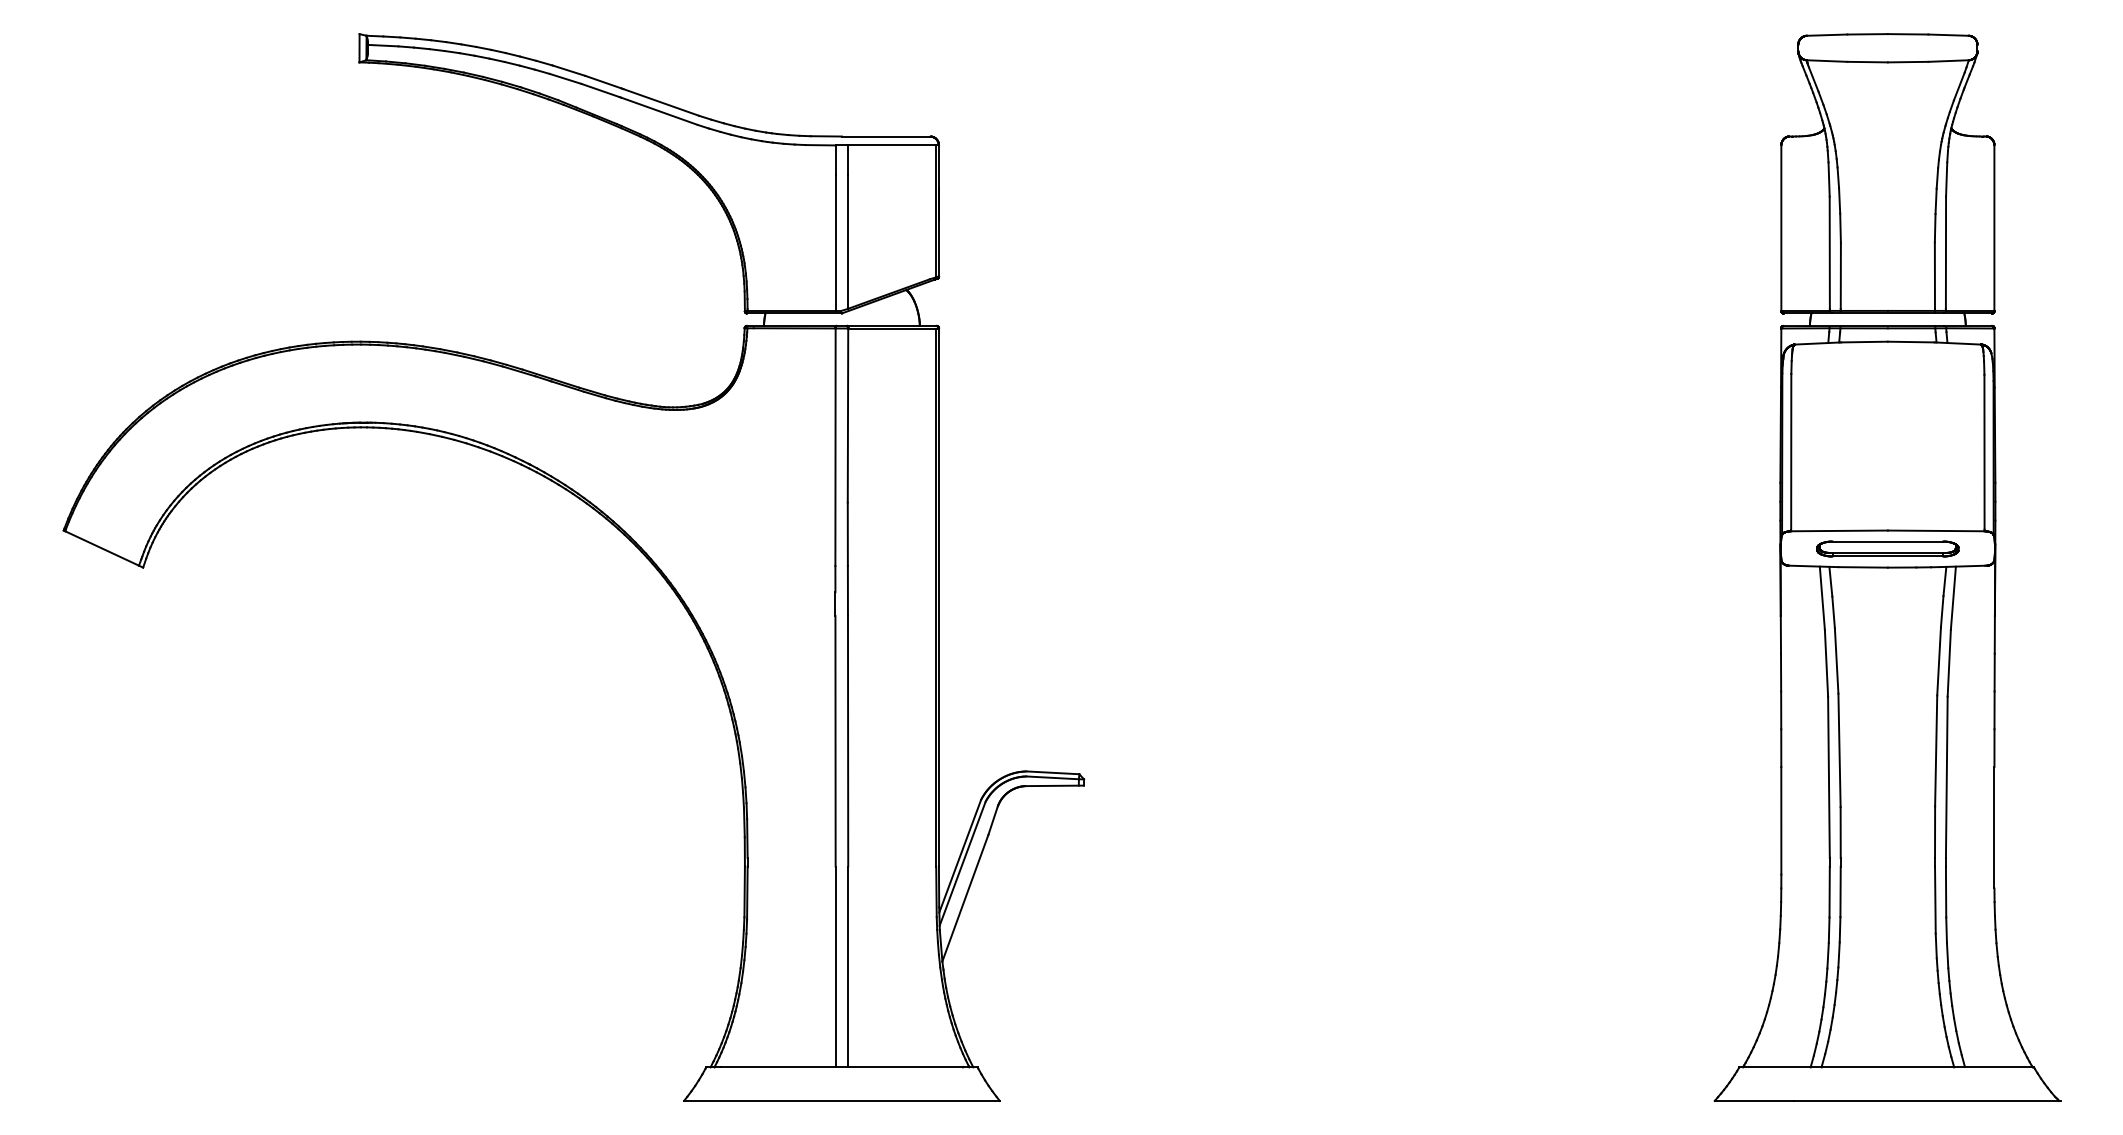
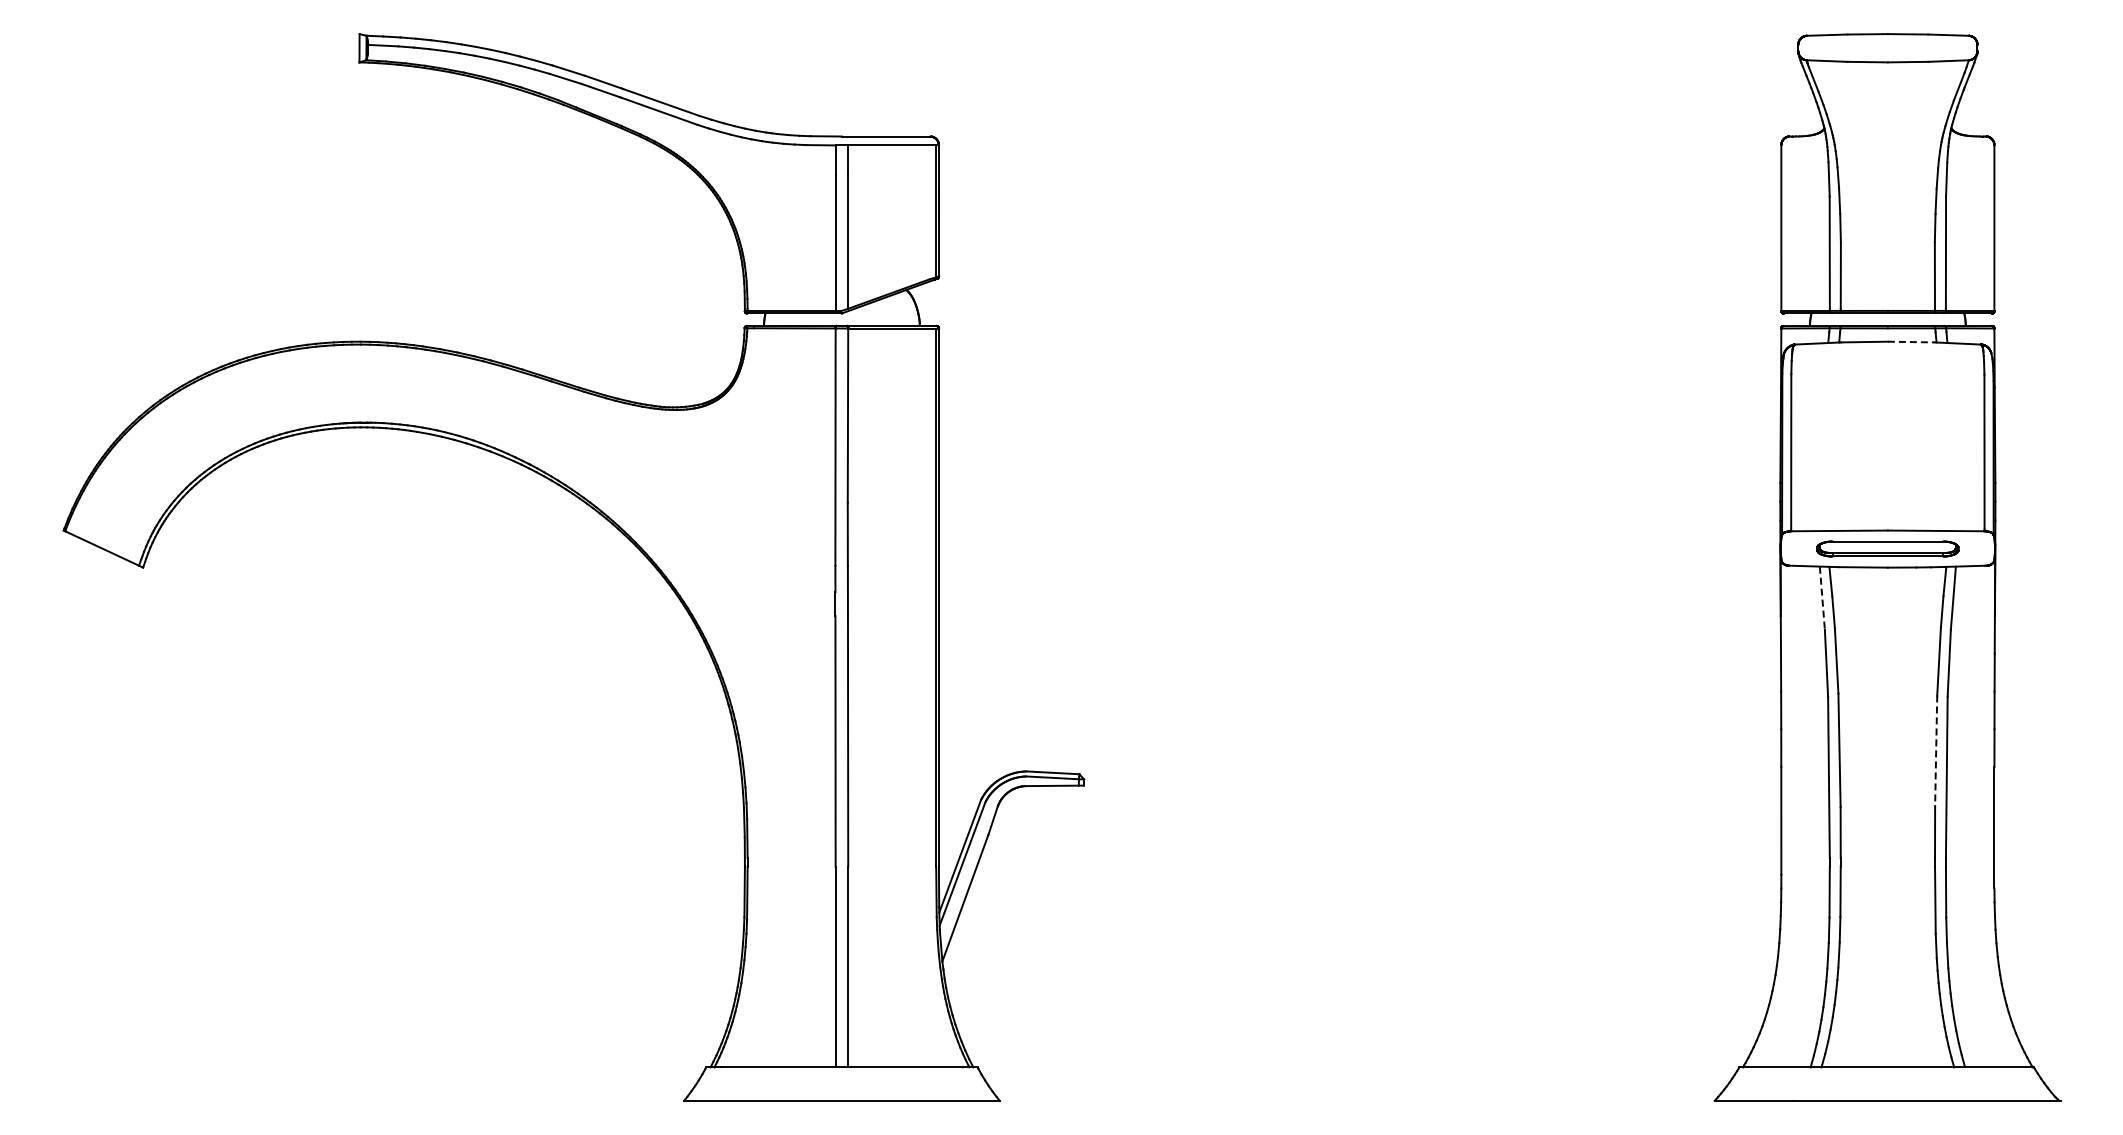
line at (1911, 342): solid -> dashed
line at (1822, 598): solid -> dashed
line at (1936, 751): solid -> dashed
